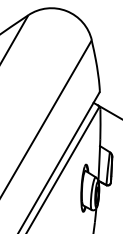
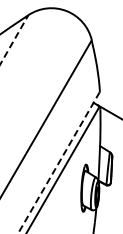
arc at (14, 39): solid -> dashed
line at (58, 162): solid -> dashed
